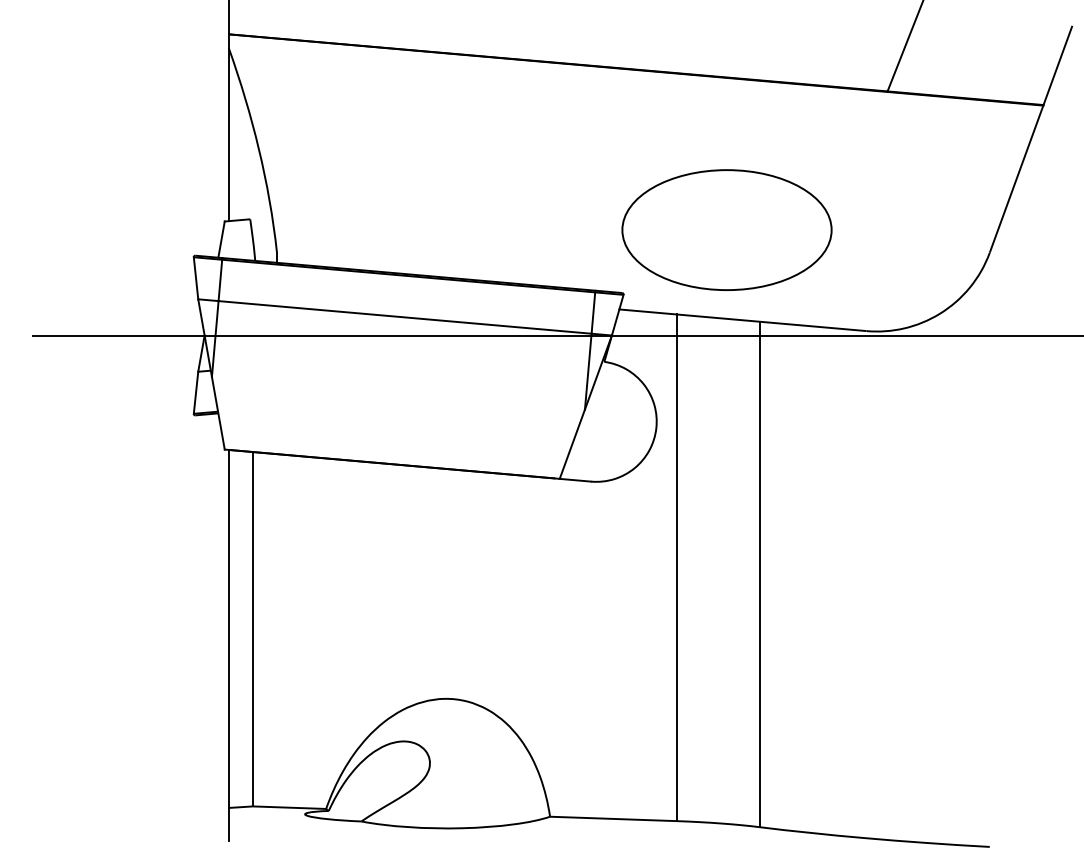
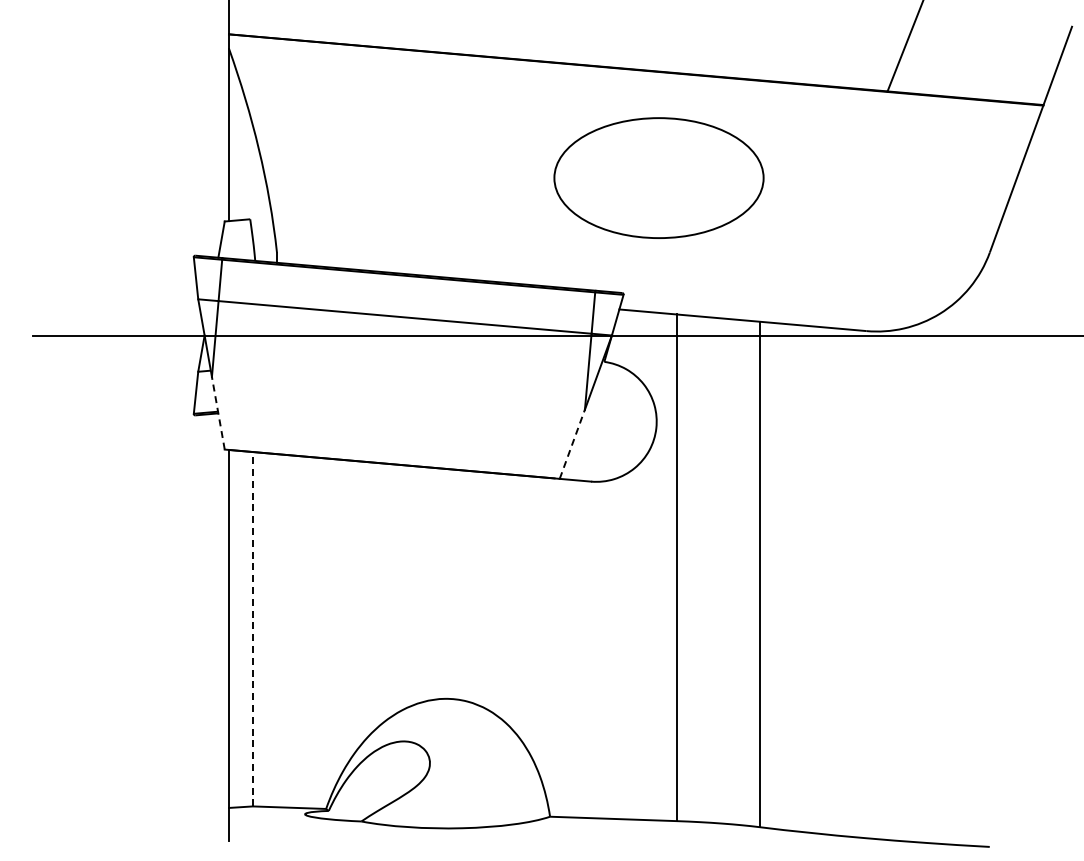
part at (726, 229) position: (726, 229) -> (658, 177)
line at (218, 413): solid -> dashed
line at (572, 444): solid -> dashed
line at (253, 628): solid -> dashed
